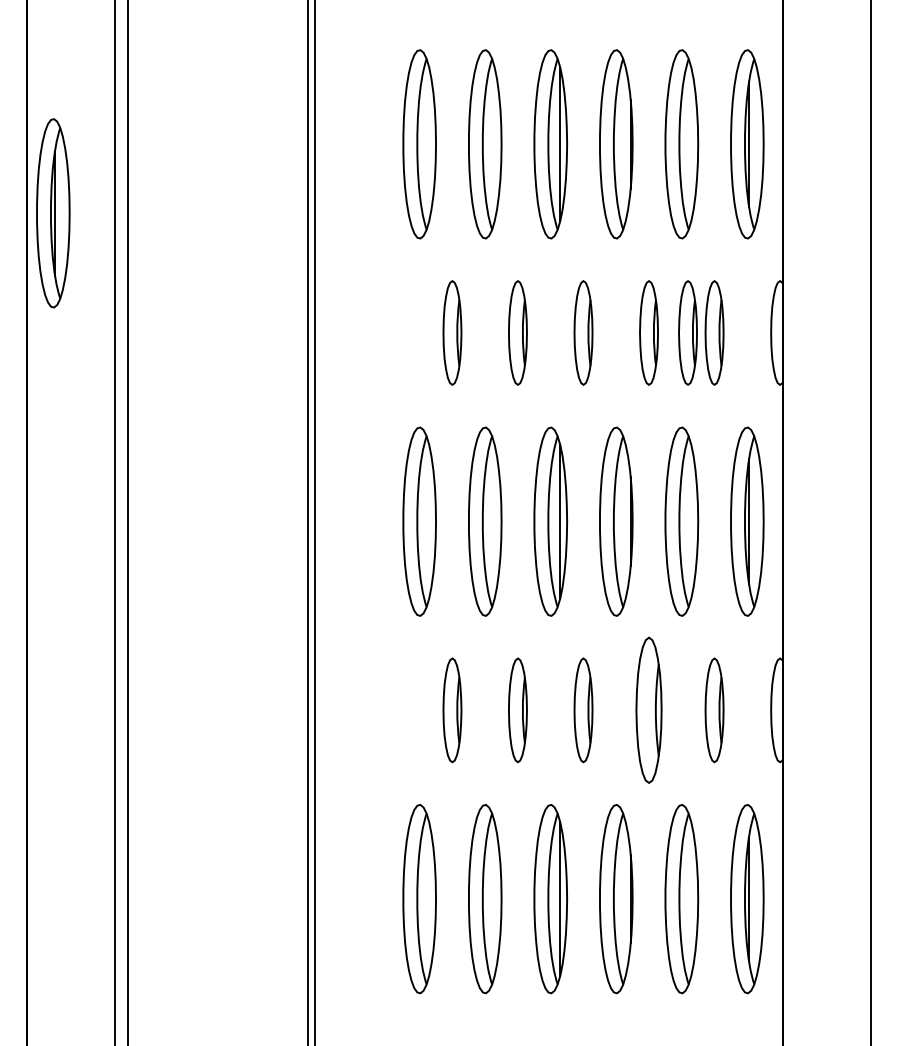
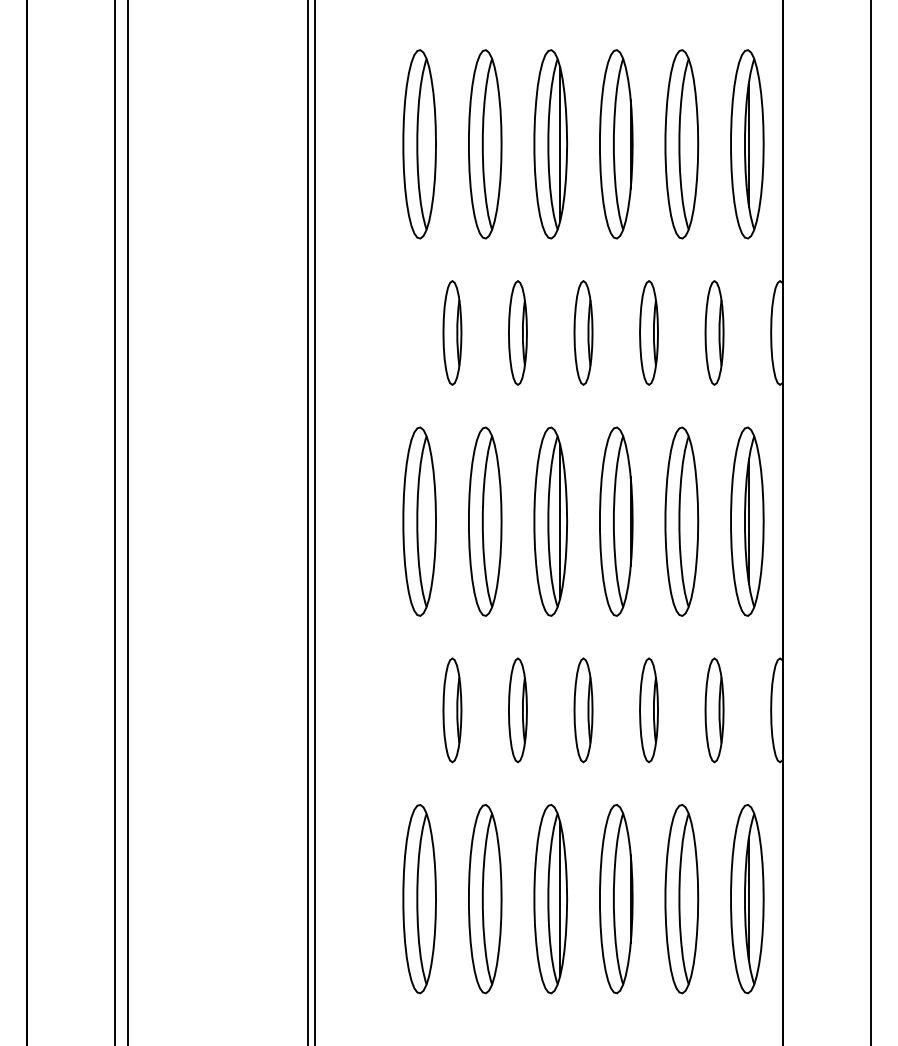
part at (53, 213): present -> none
part at (687, 332): present -> none
part at (648, 709) size: 28x148 px -> 20x107 px
